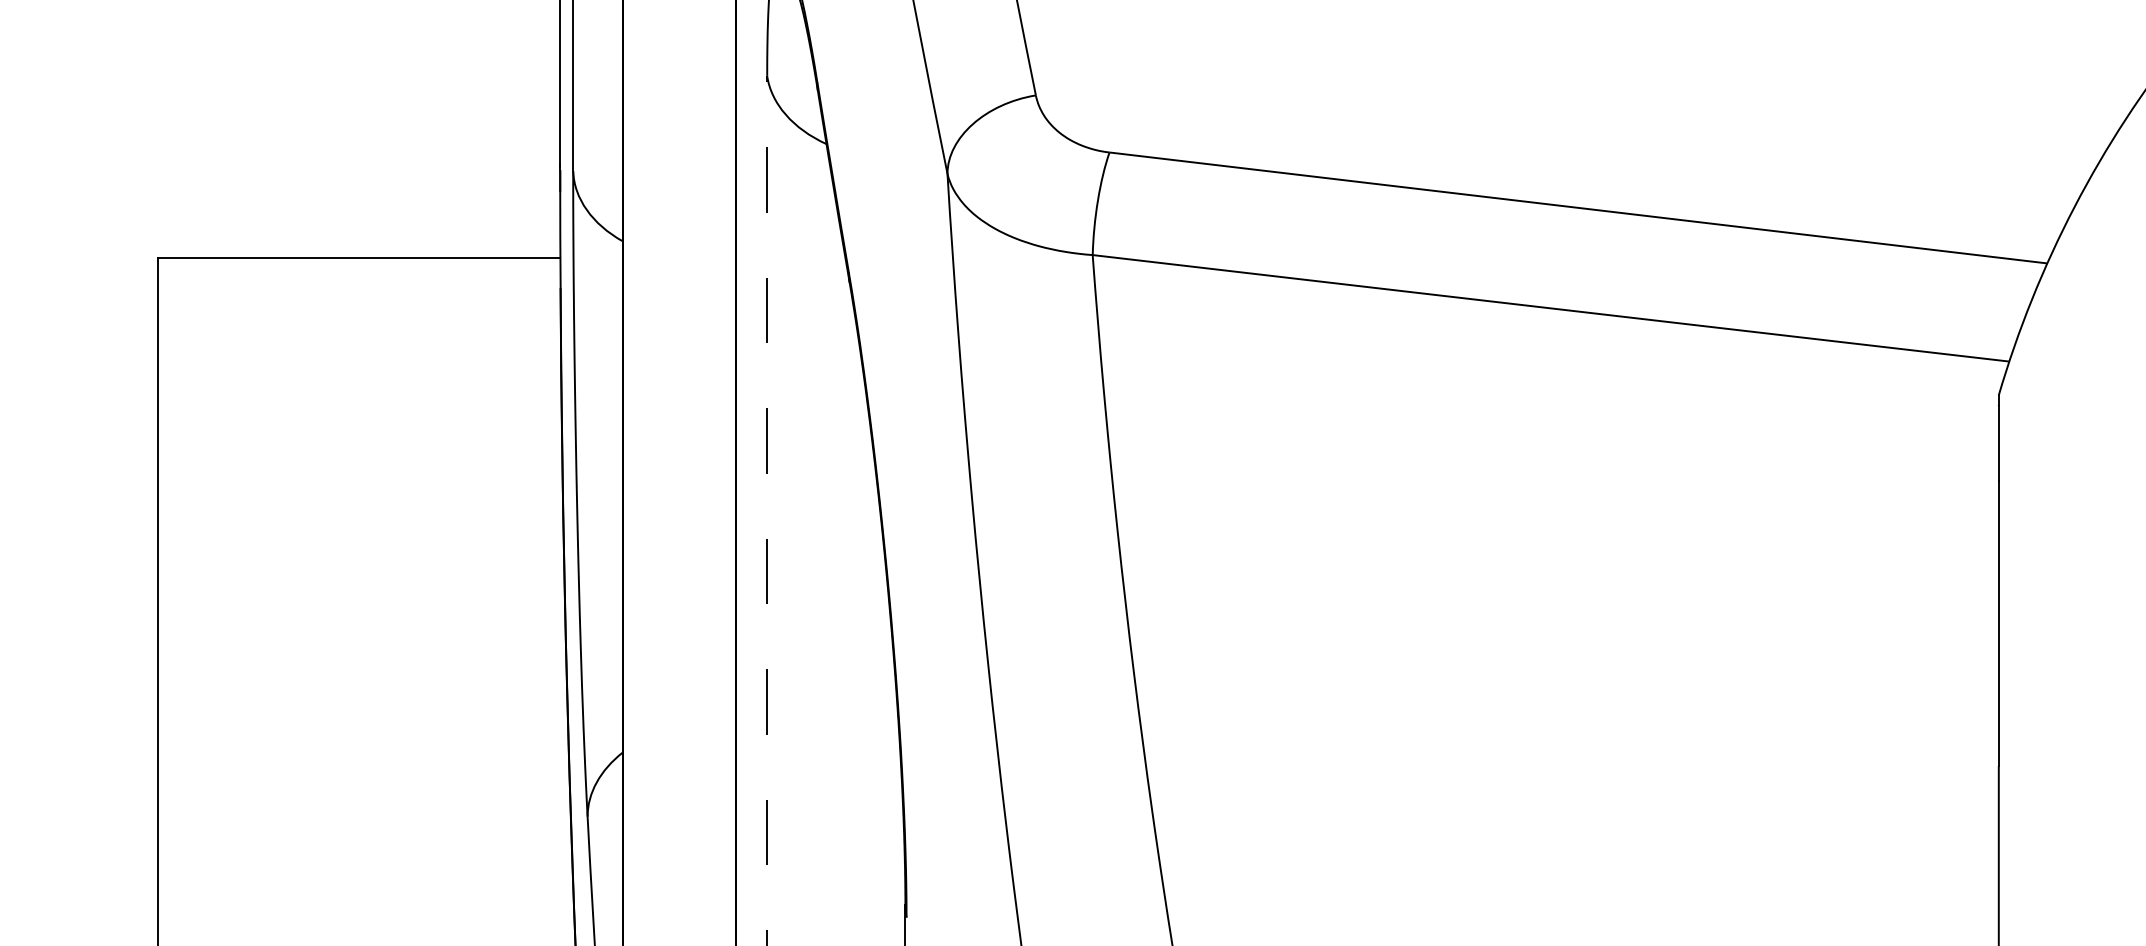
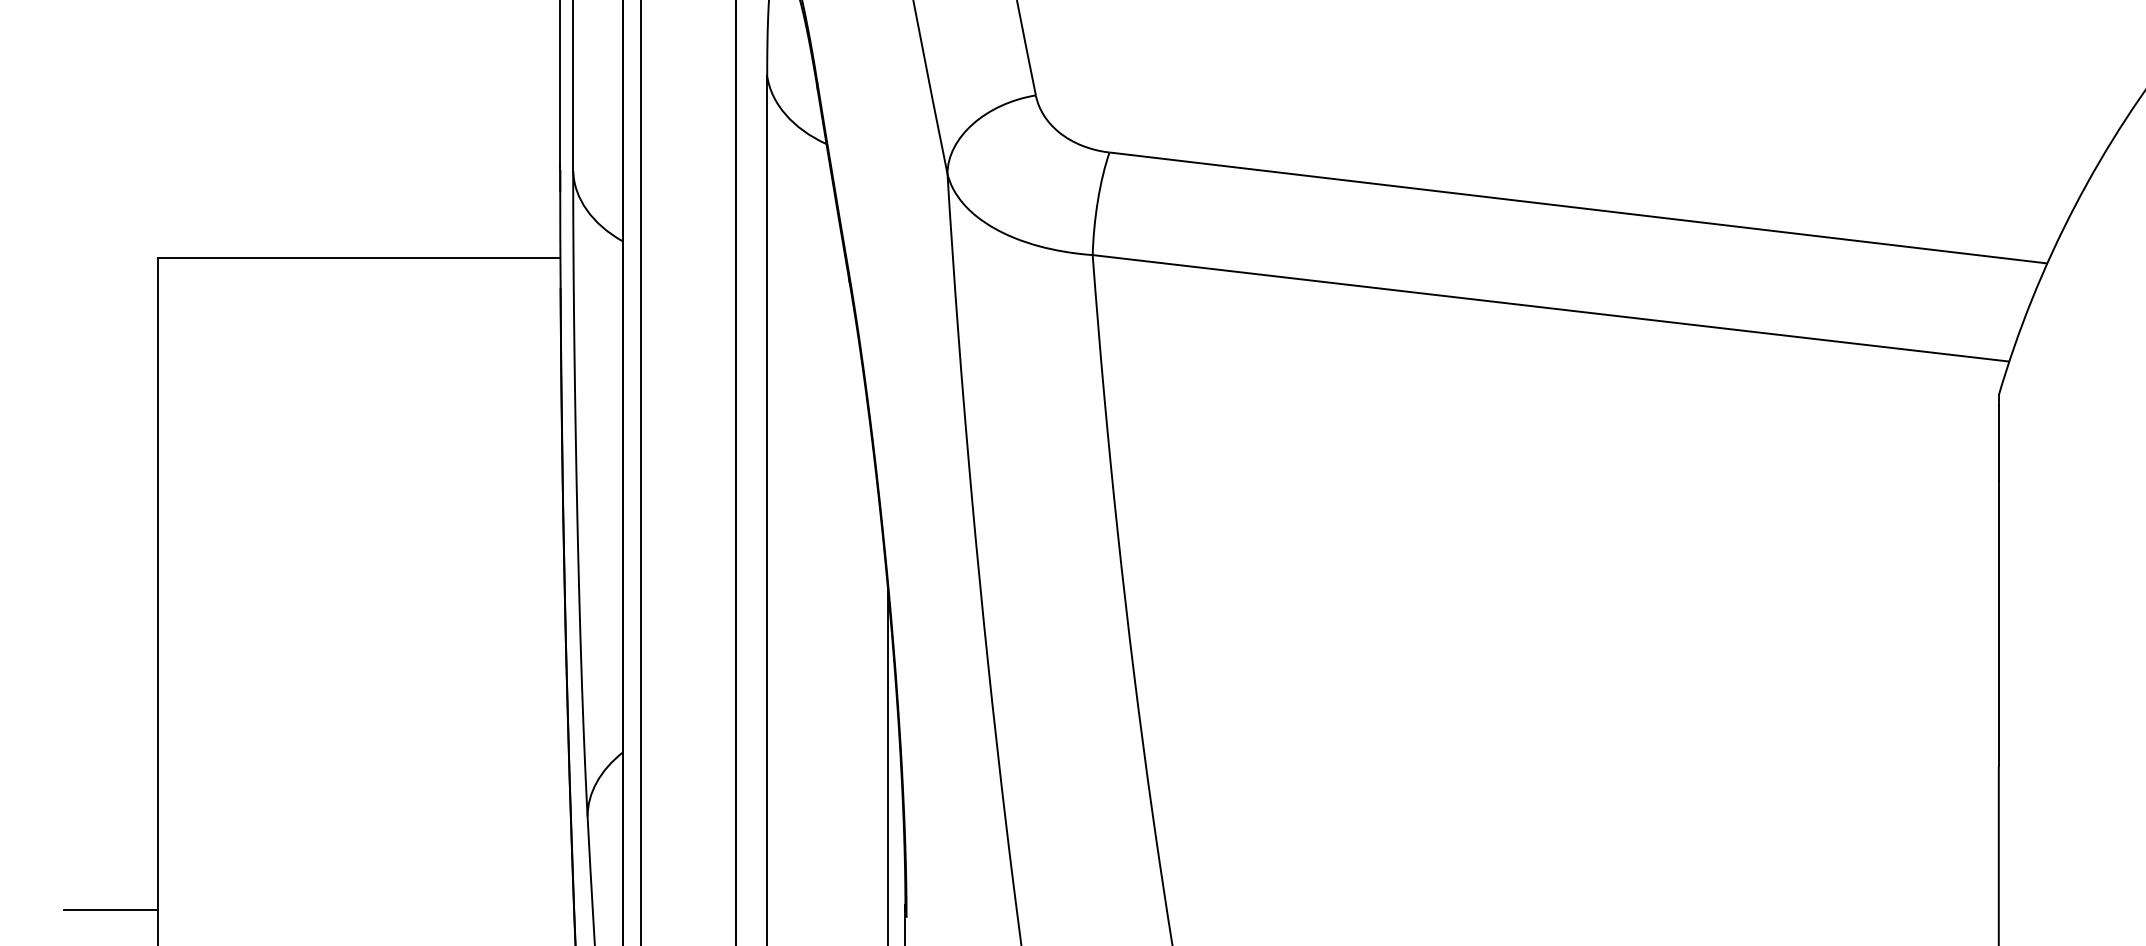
line at (640, 472): none -> present
line at (767, 510): dashed -> solid
line at (887, 764): none -> present
line at (111, 910): none -> present
